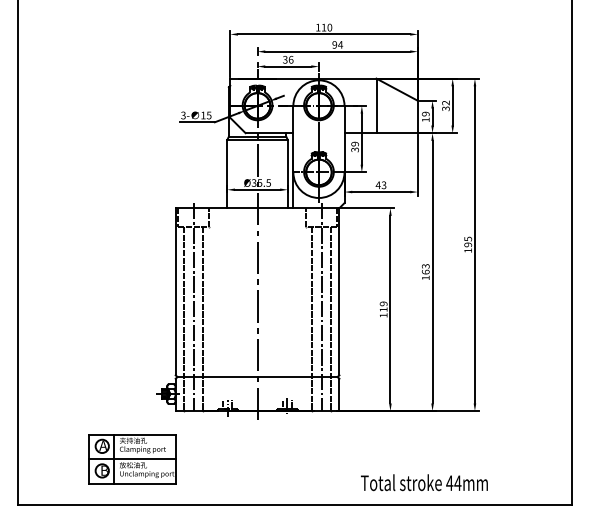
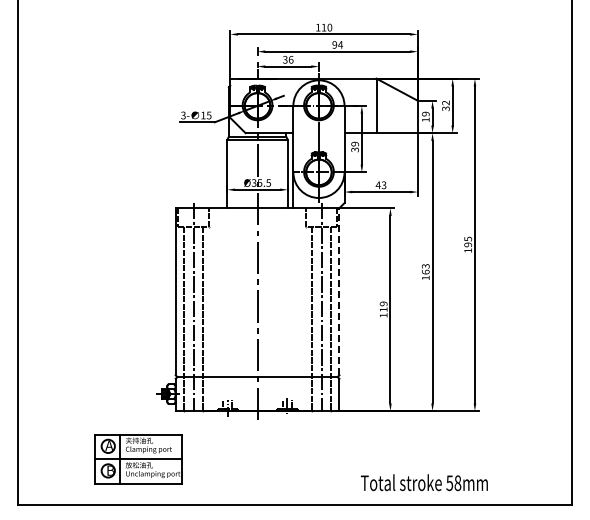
line at (339, 291): solid -> dashed
part at (132, 459) position: (132, 459) -> (138, 459)
text at (453, 483): 44mm -> 58mm
